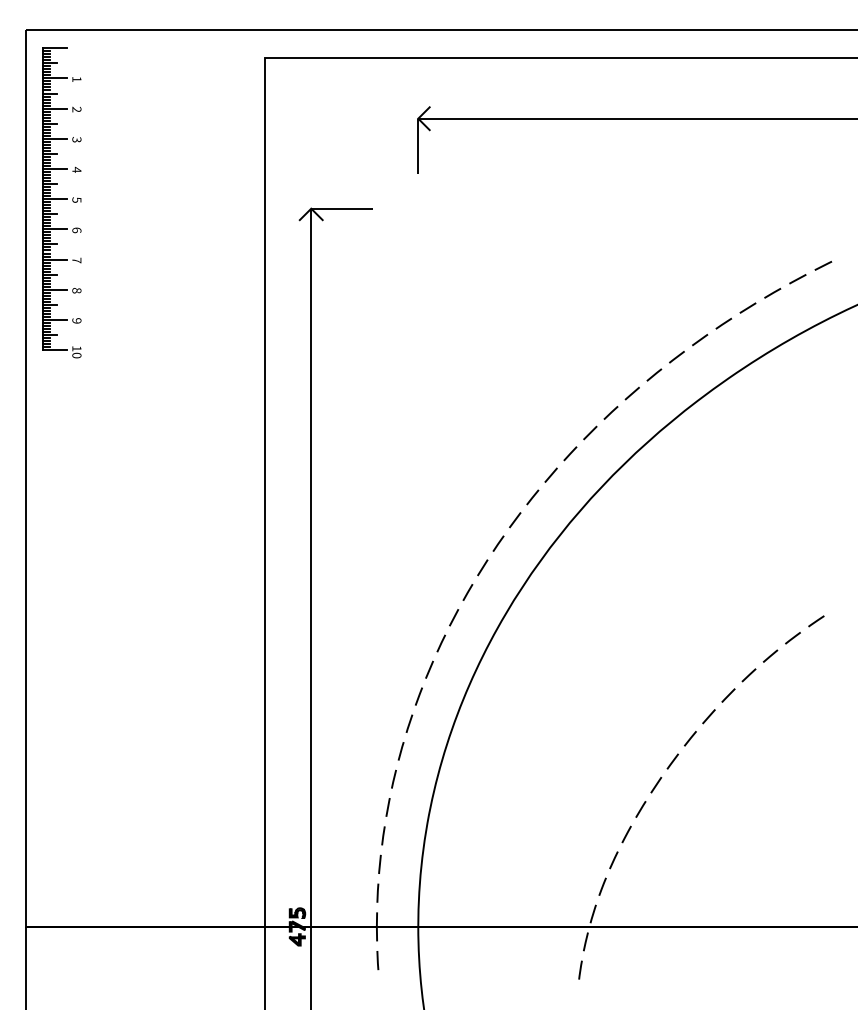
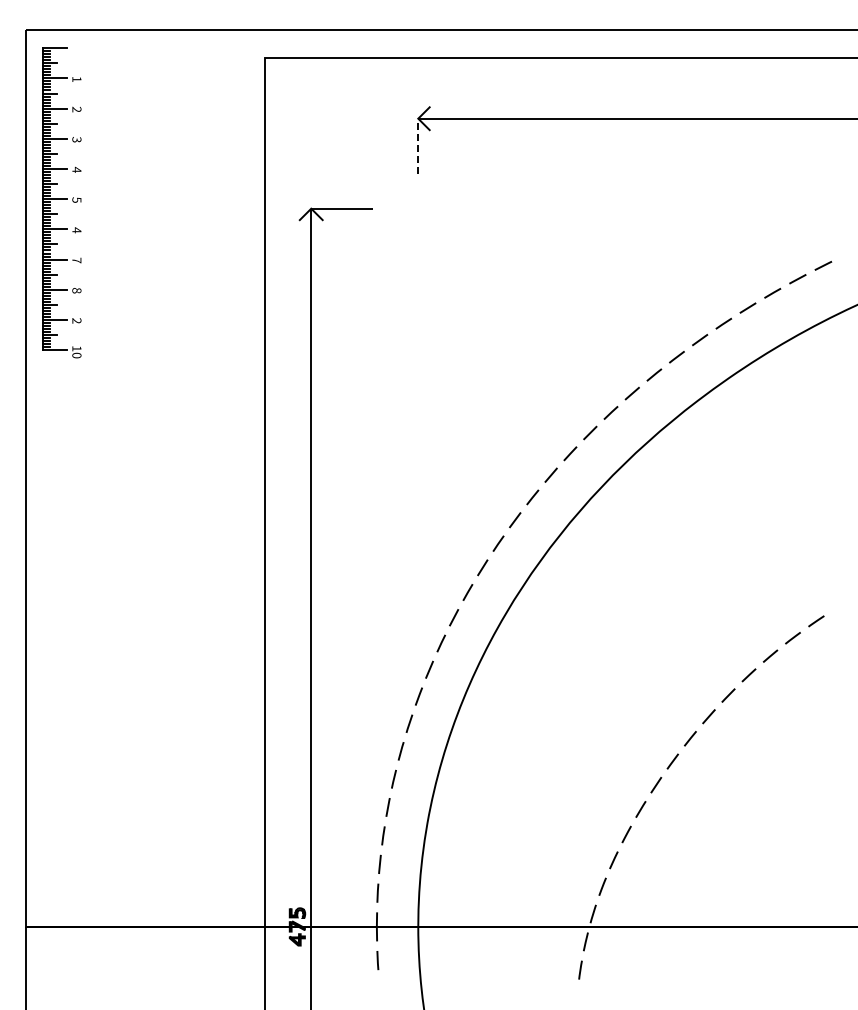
line at (418, 146): solid -> dashed
text at (76, 230): 6 -> 4
text at (76, 320): 9 -> 2
